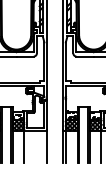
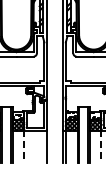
line at (24, 147): solid -> dashed
line at (101, 147): solid -> dashed
